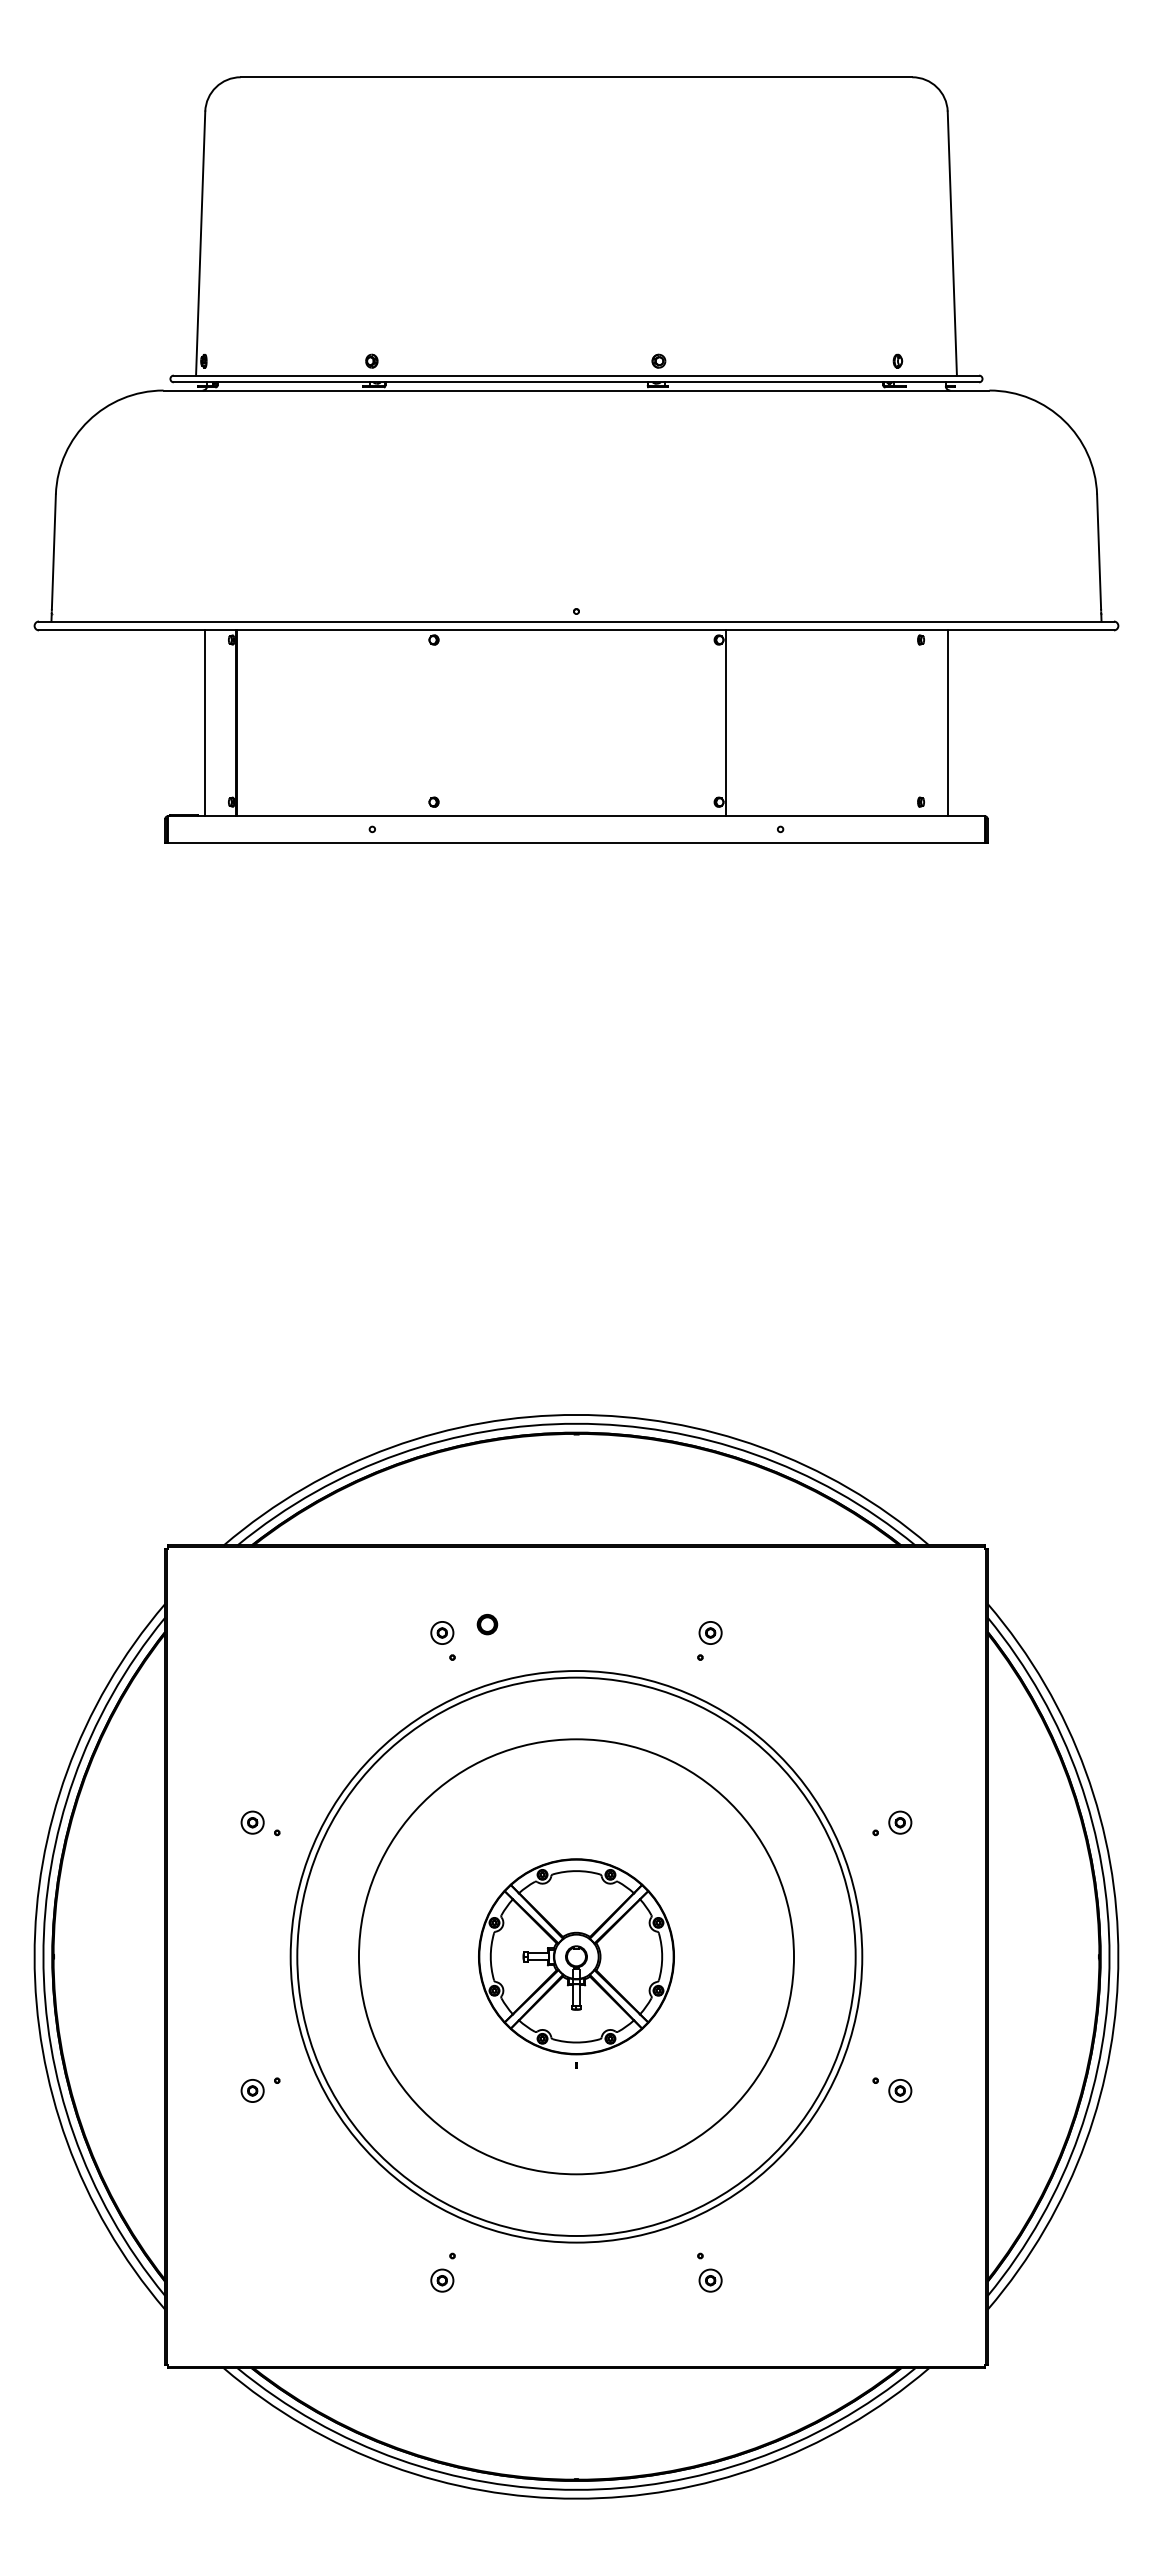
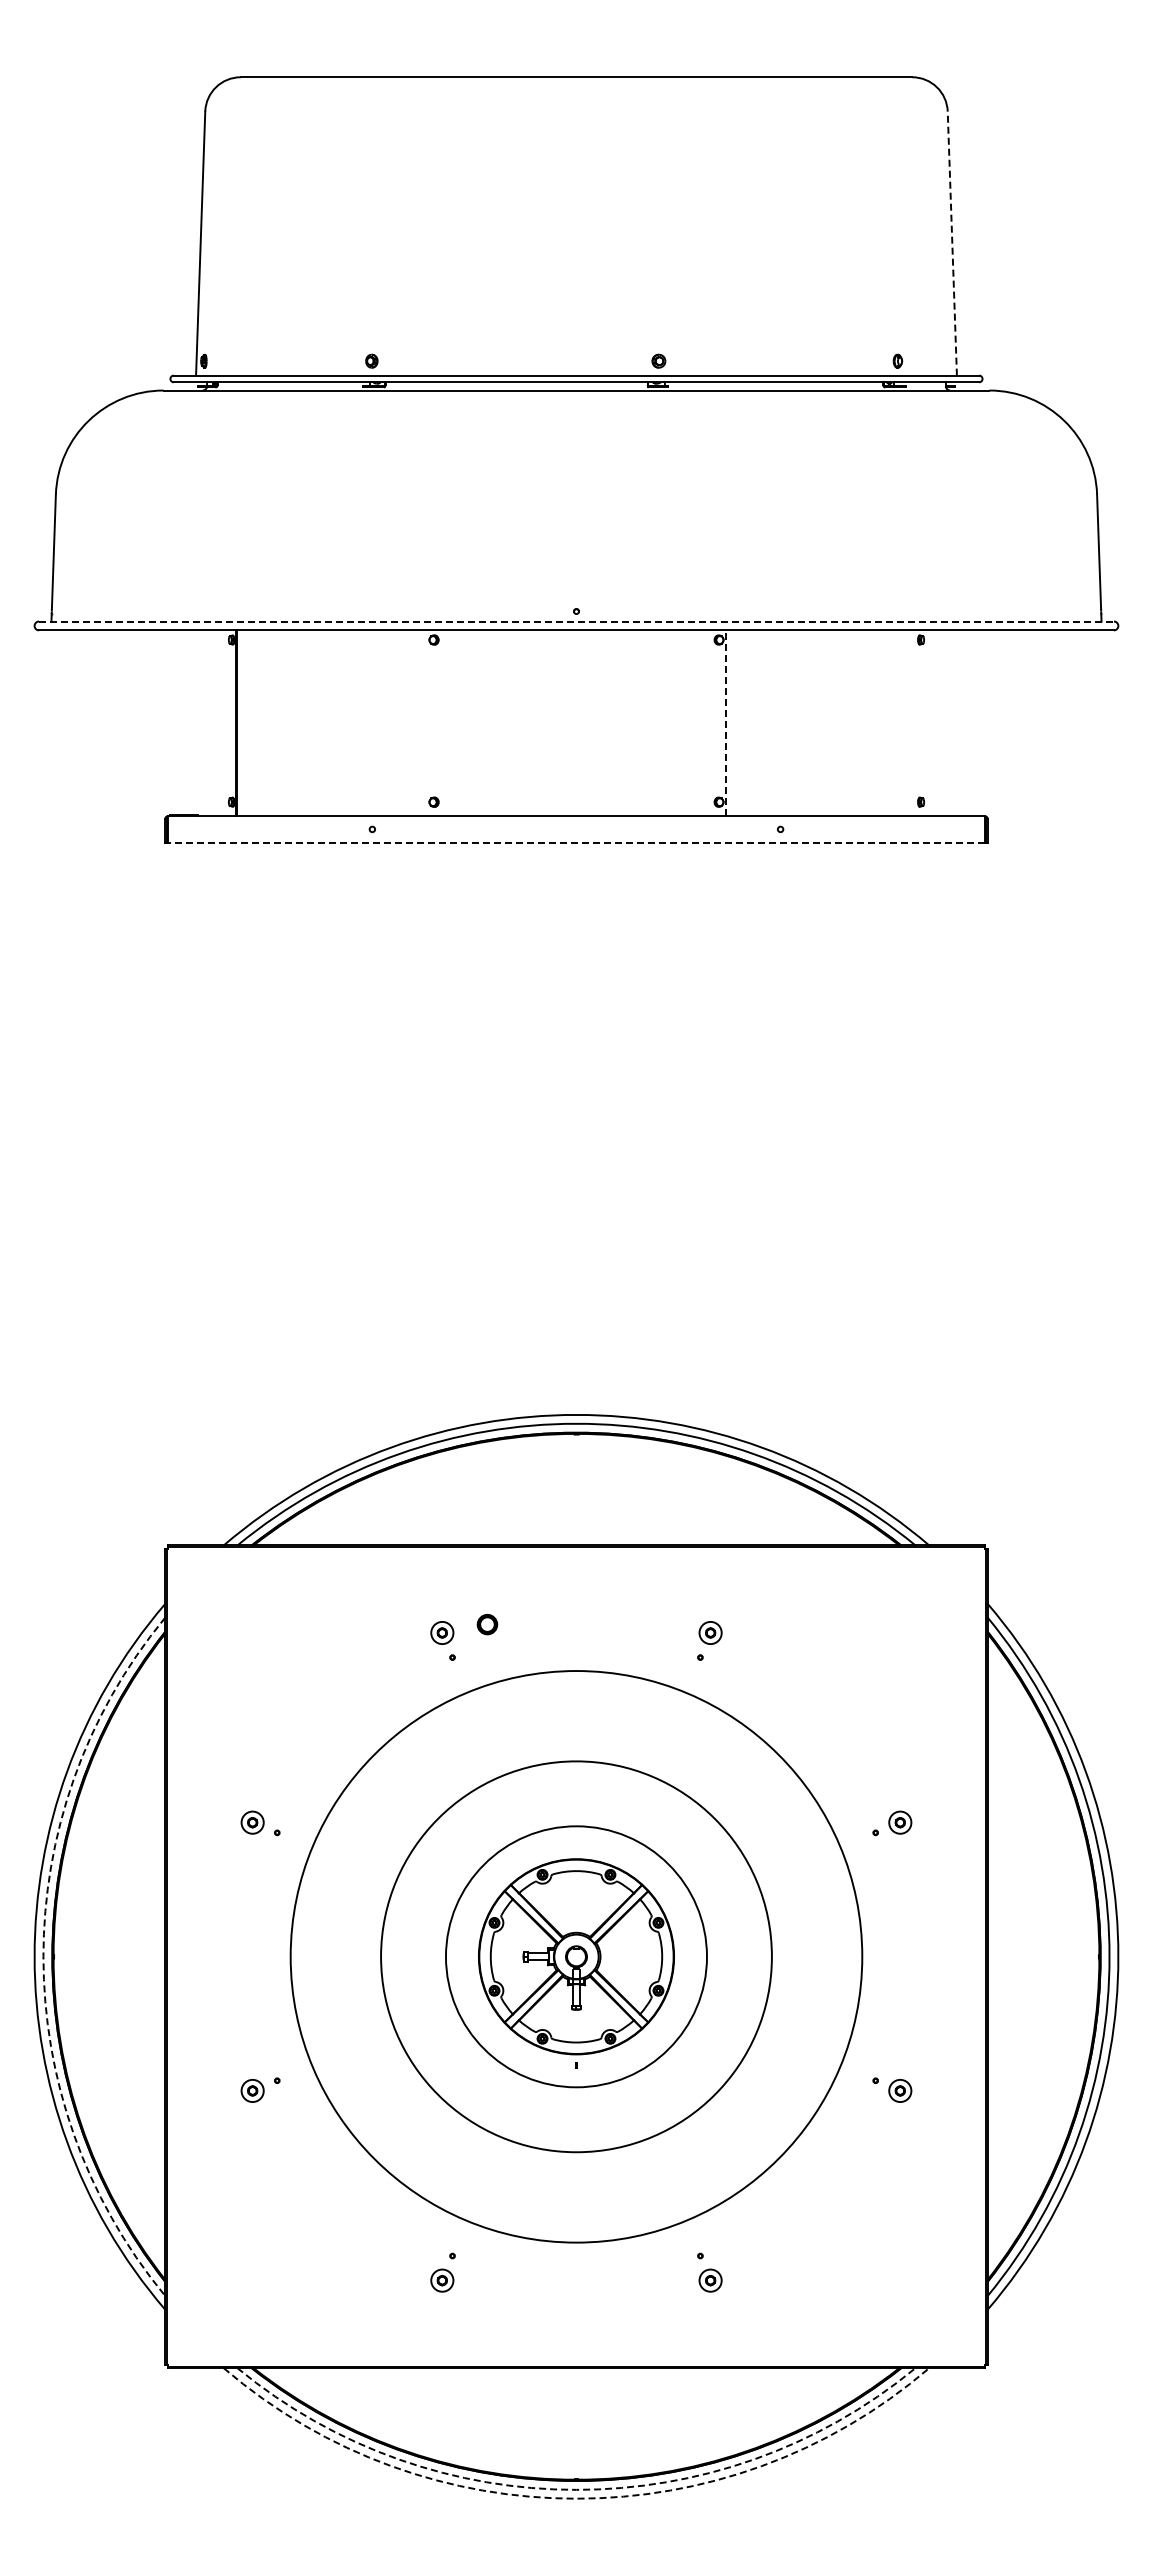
line at (952, 243): solid -> dashed
line at (576, 621): solid -> dashed
line at (204, 723): present -> none
line at (726, 723): solid -> dashed
line at (948, 723): present -> none
line at (575, 842): solid -> dashed
arc at (43, 1956): solid -> dashed
circle at (576, 1956) diameter: 435 px -> 261 px
circle at (576, 1956) diameter: 558 px -> 391 px
arc at (576, 2489): solid -> dashed
arc at (576, 2498): solid -> dashed
